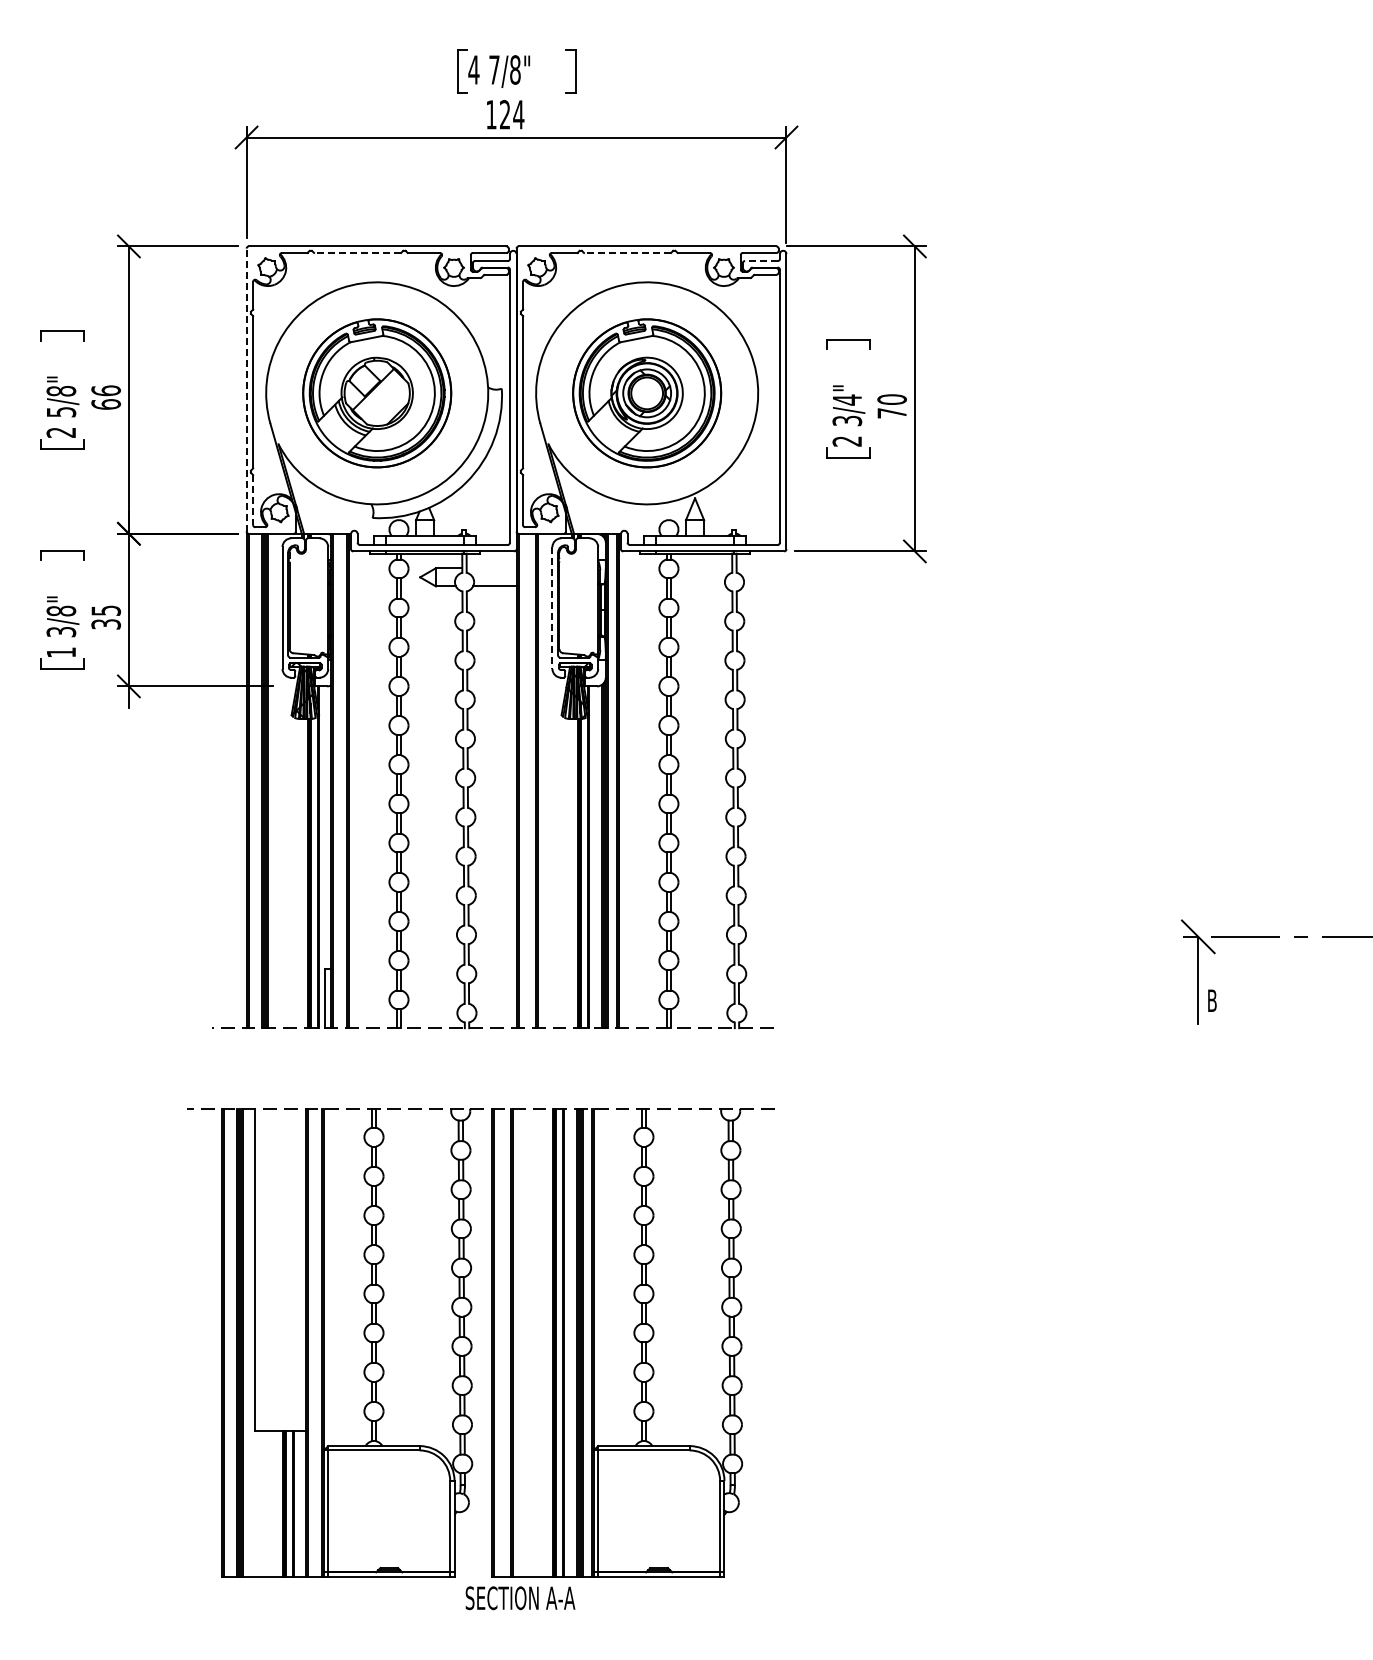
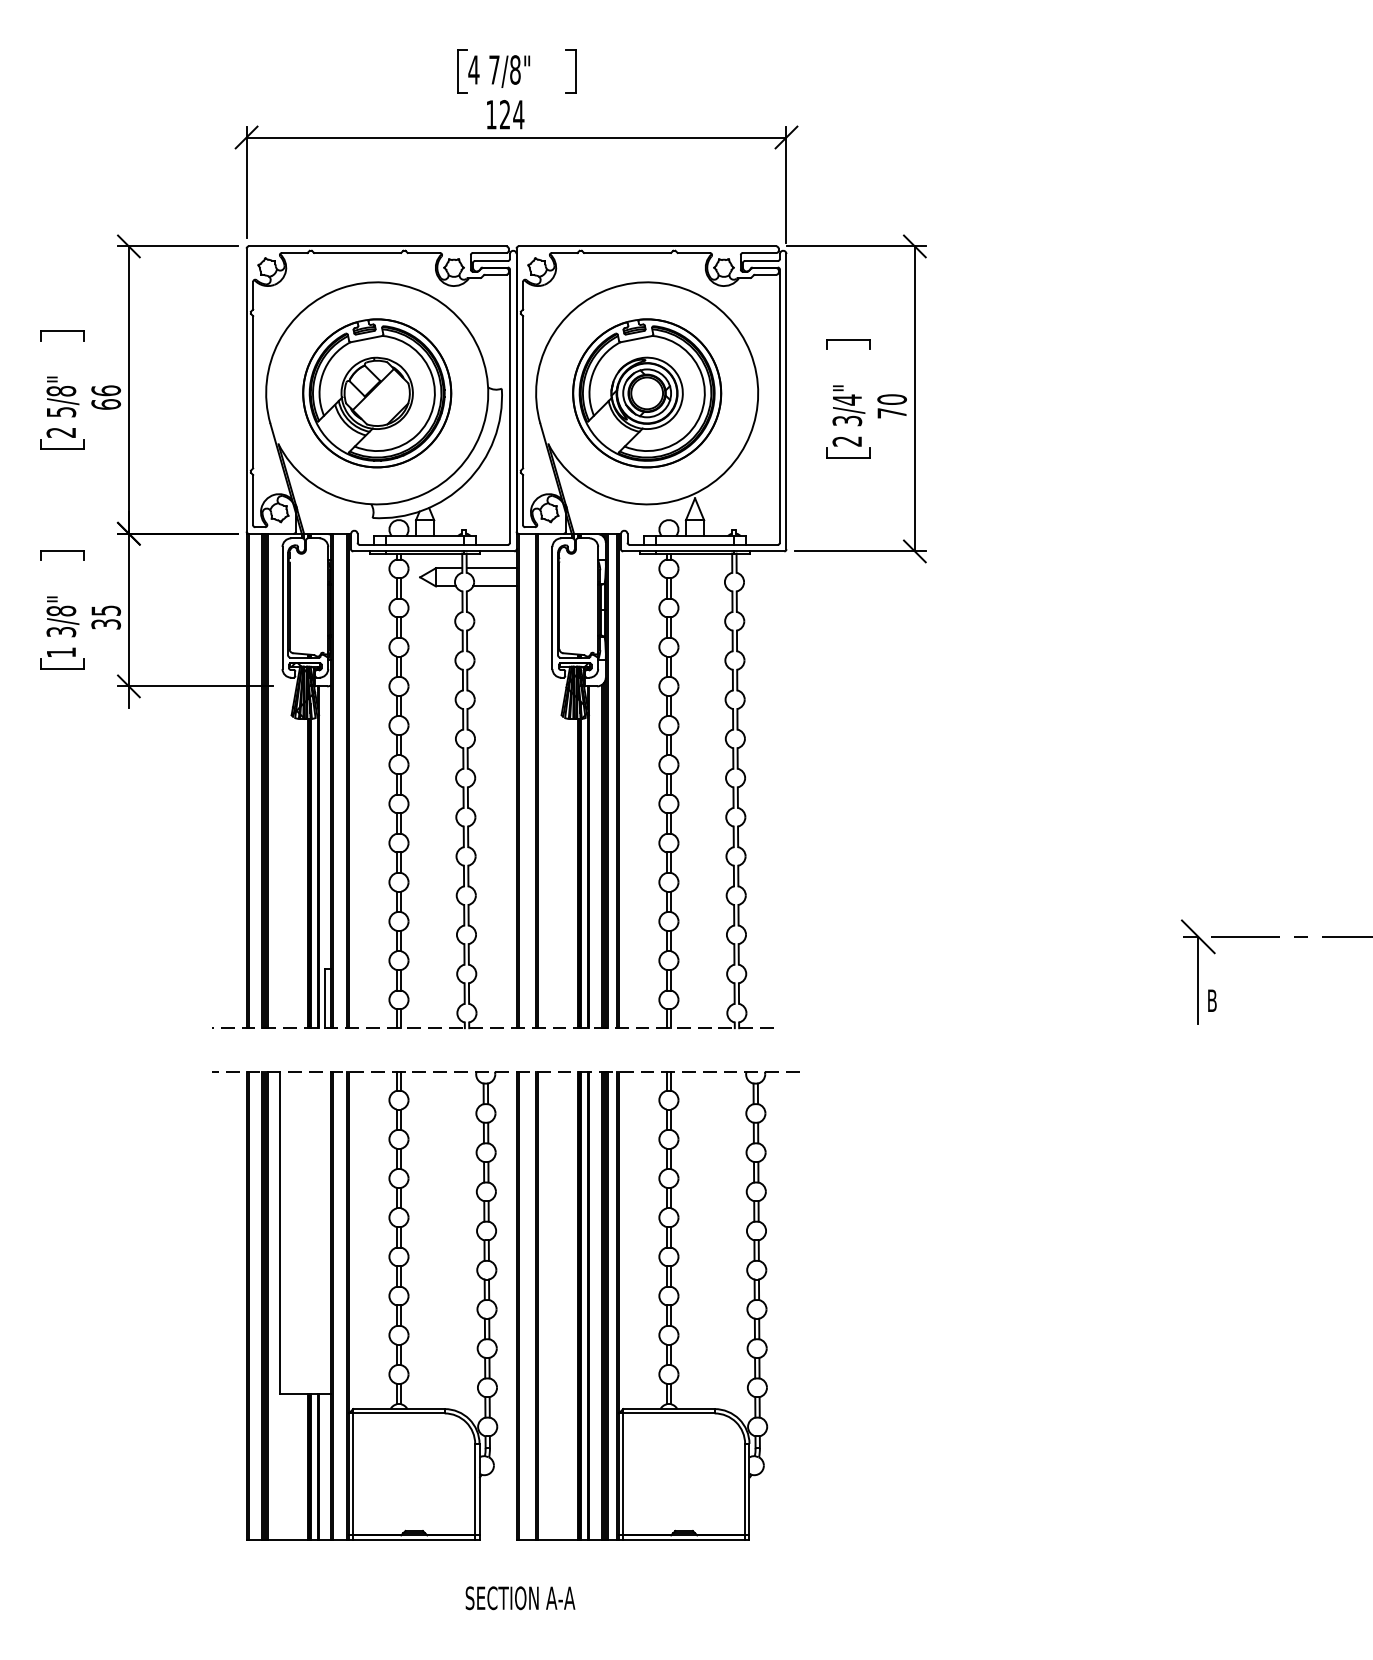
line at (357, 252): dashed -> solid
line at (627, 252): dashed -> solid
line at (760, 261): dashed -> solid
line at (246, 389): dashed -> solid
line at (253, 500): dashed -> solid
line at (491, 568): none -> present
line at (552, 608): dashed -> solid
part at (472, 1344) position: (472, 1344) -> (497, 1307)
